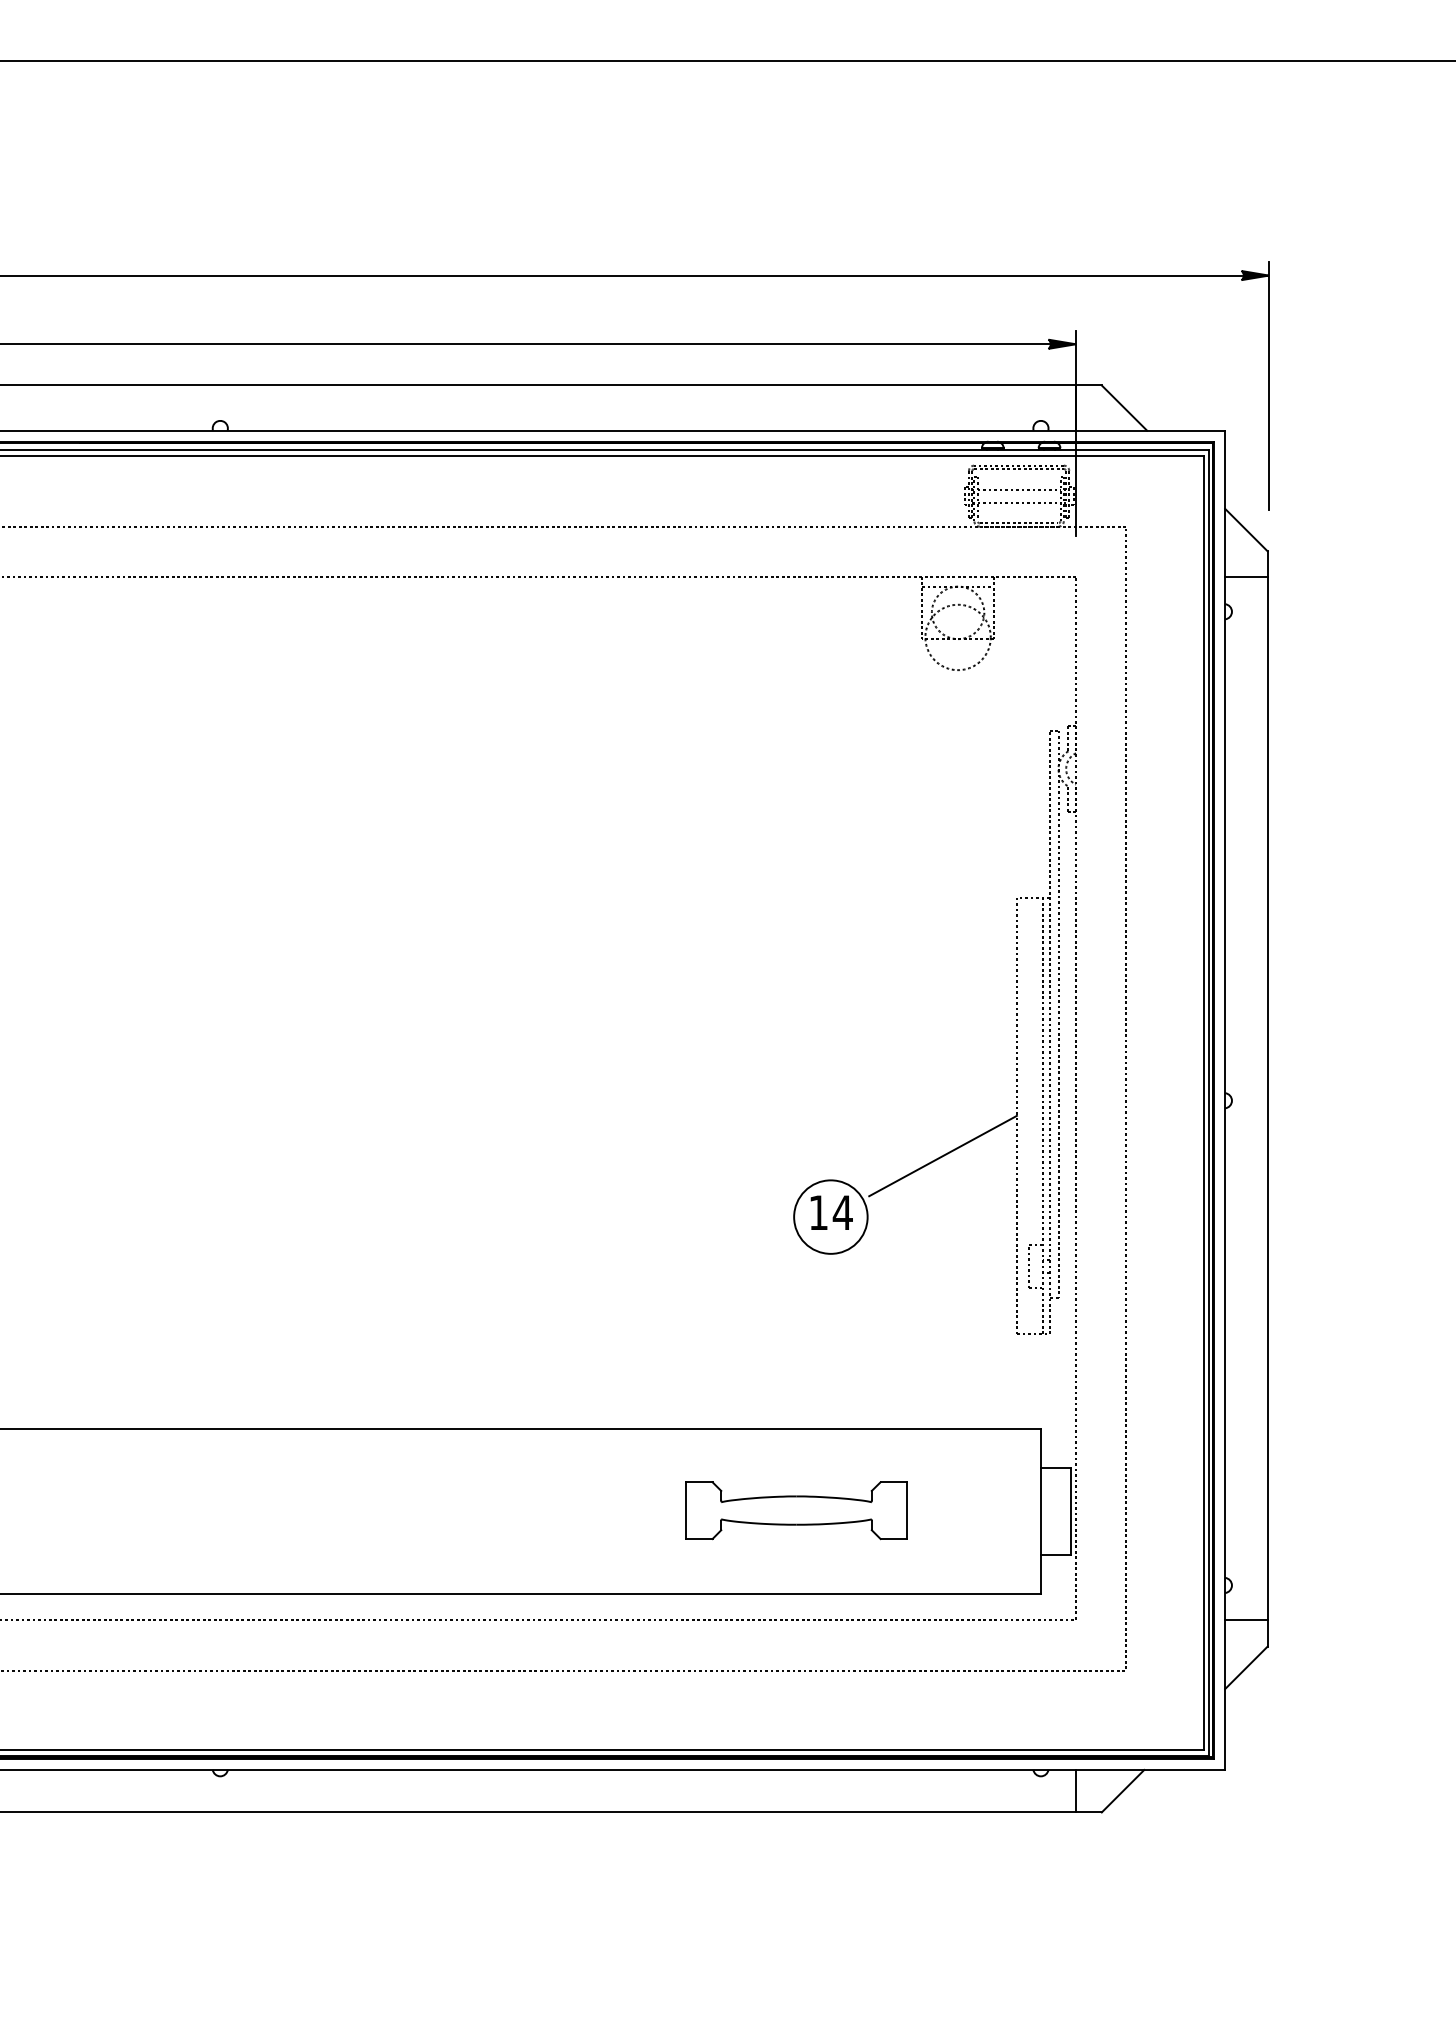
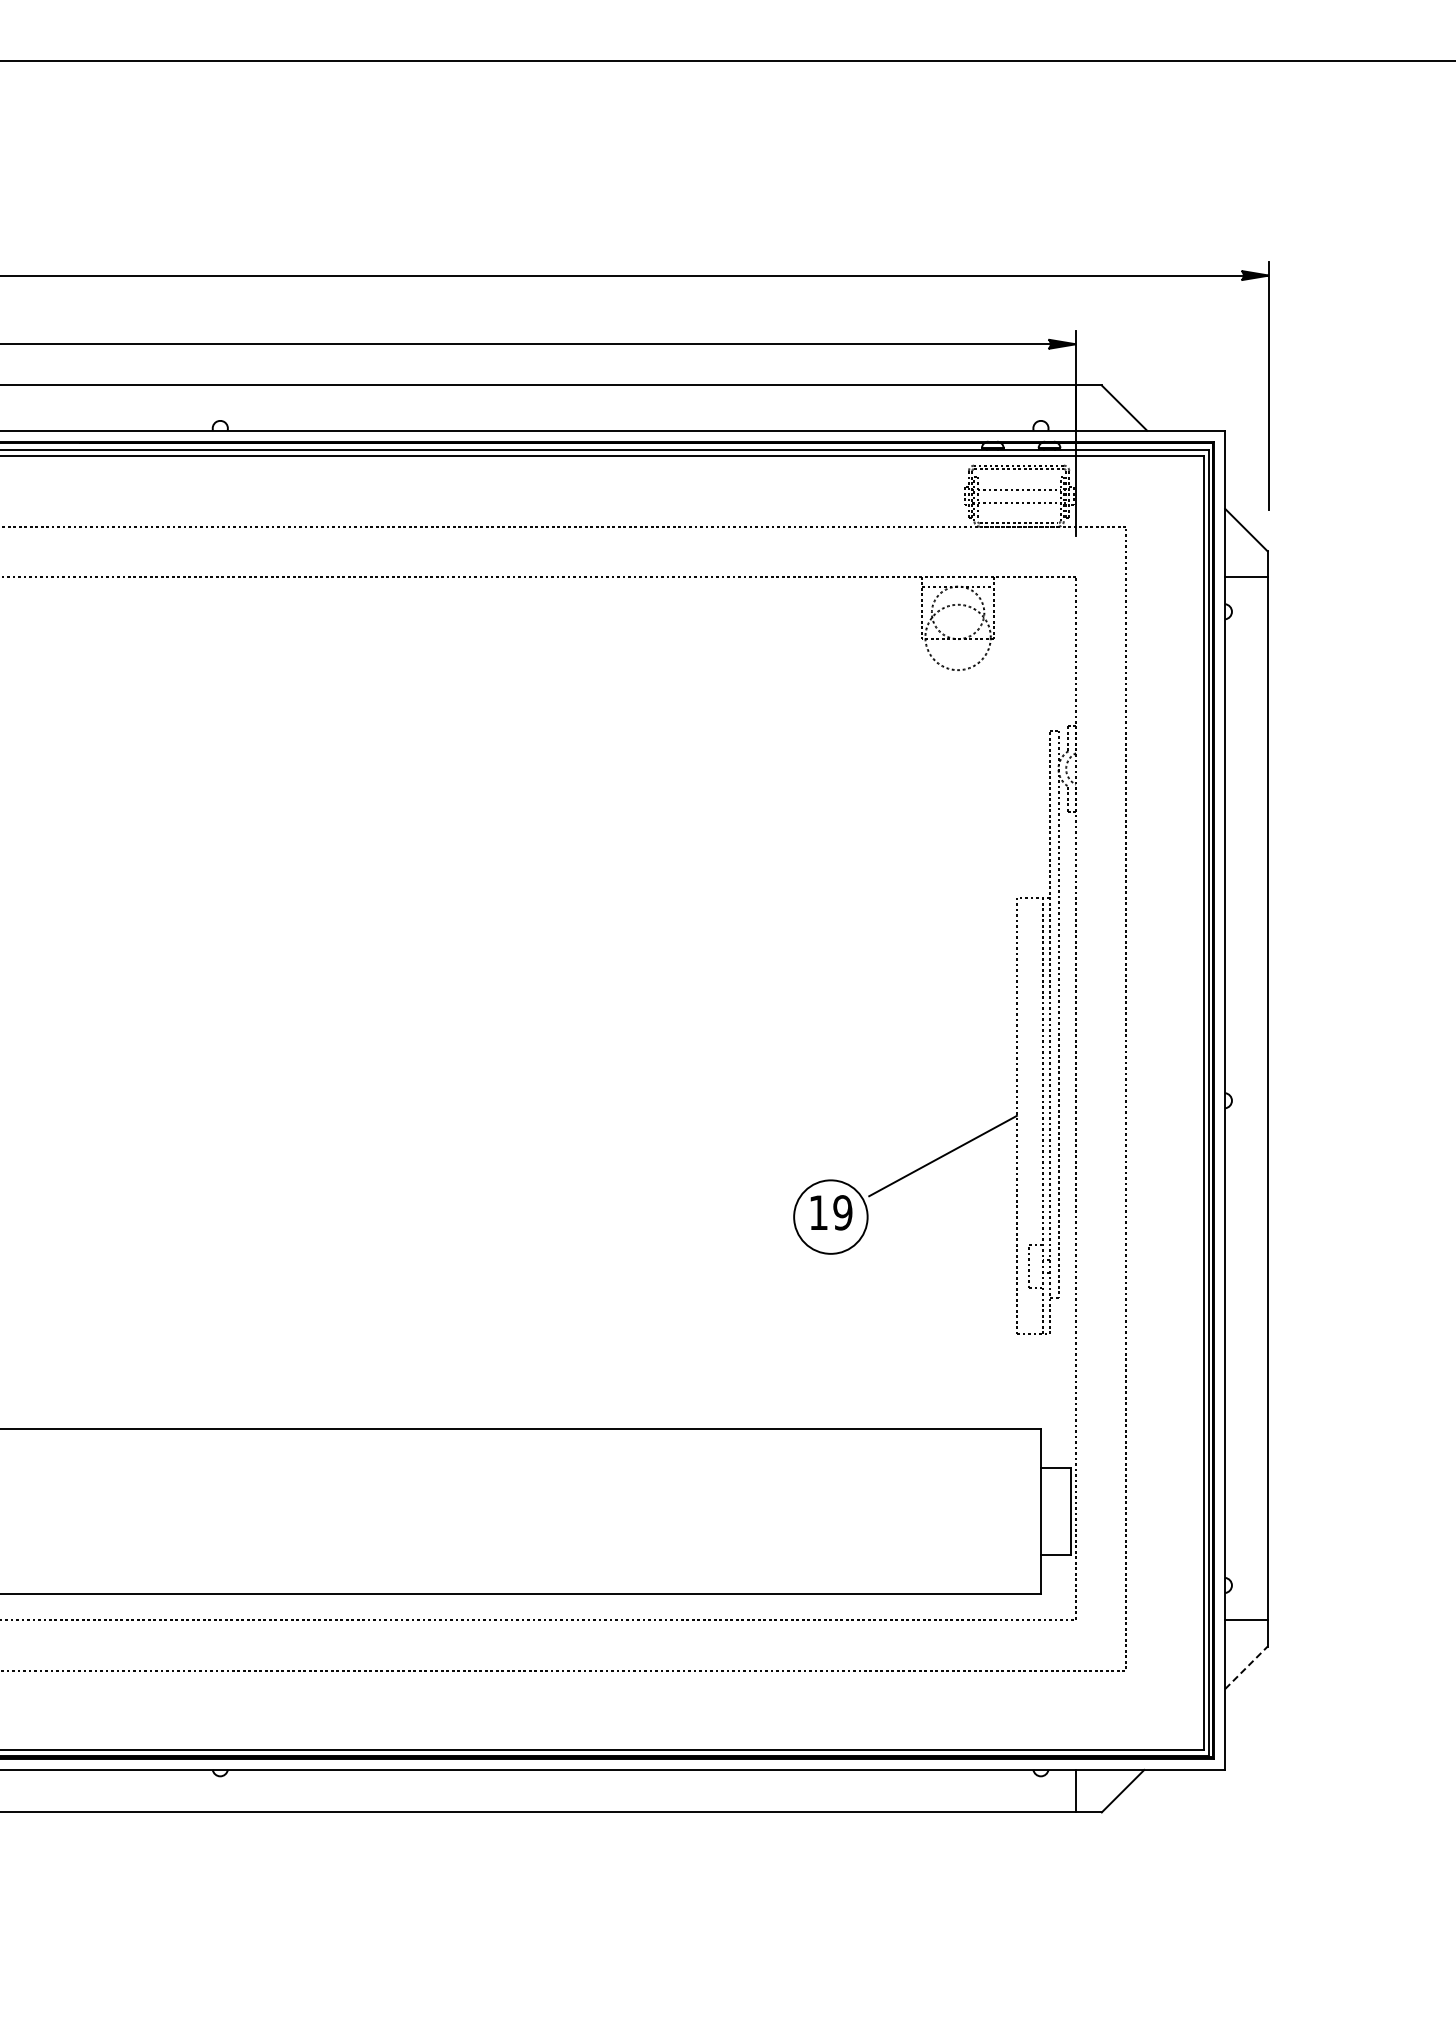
text at (842, 1212): 14 -> 19
part at (796, 1510): present -> none
line at (1246, 1667): solid -> dashed
